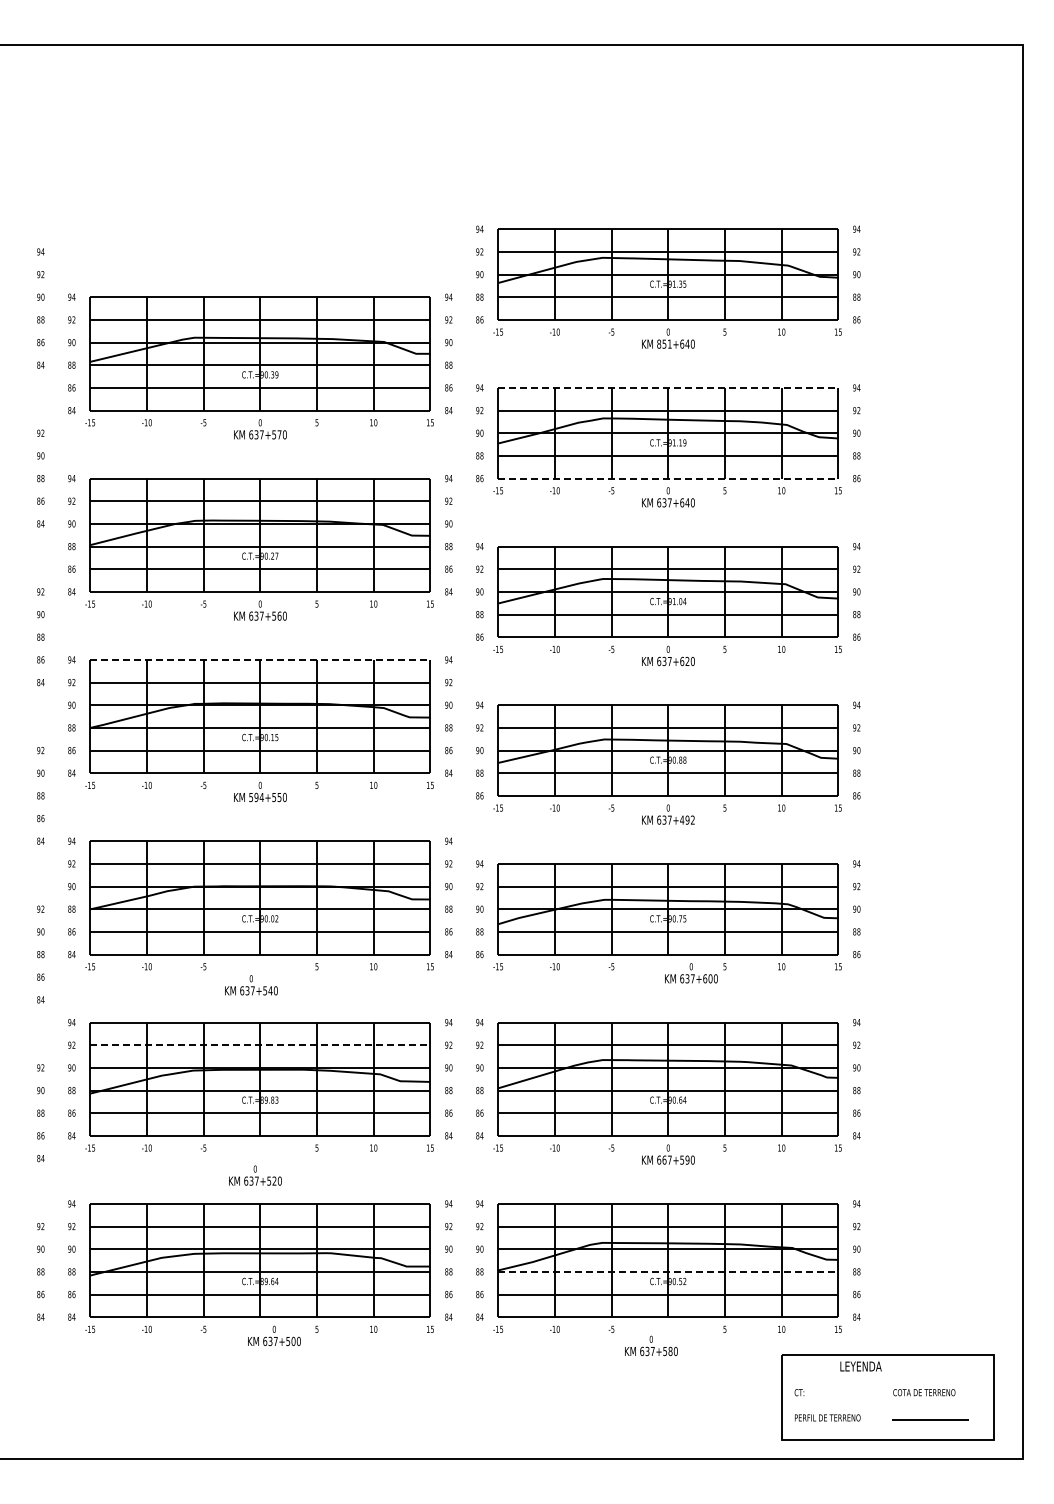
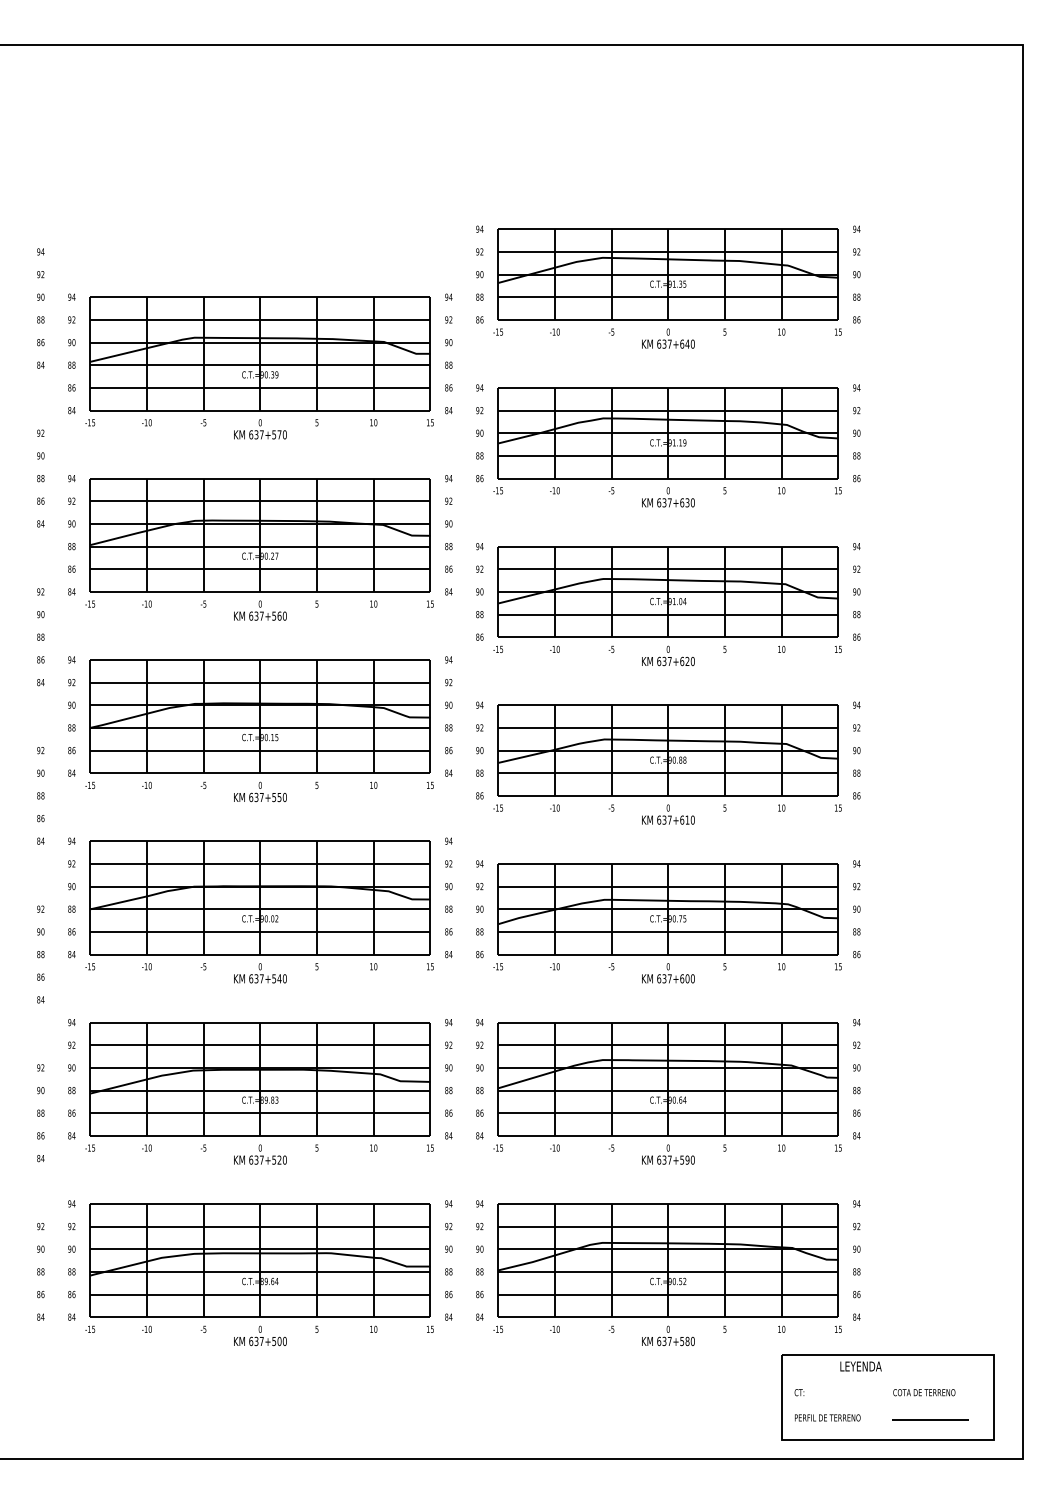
text at (664, 343): 851+640 -> 637+640
line at (668, 387): dashed -> solid
line at (668, 478): dashed -> solid
text at (687, 502): 637+640 -> 637+630
line at (260, 659): dashed -> solid
text at (256, 797): 594+550 -> 637+550
text at (687, 819): 637+492 -> 637+610
text at (691, 973) position: (691, 973) -> (668, 973)
text at (251, 985) position: (251, 985) -> (260, 973)
line at (260, 1045): dashed -> solid
text at (664, 1159): 667+590 -> 637+590
text at (255, 1175) position: (255, 1175) -> (260, 1154)
line at (668, 1271): dashed -> solid
text at (274, 1335) position: (274, 1335) -> (260, 1335)
text at (651, 1345) position: (651, 1345) -> (668, 1335)
